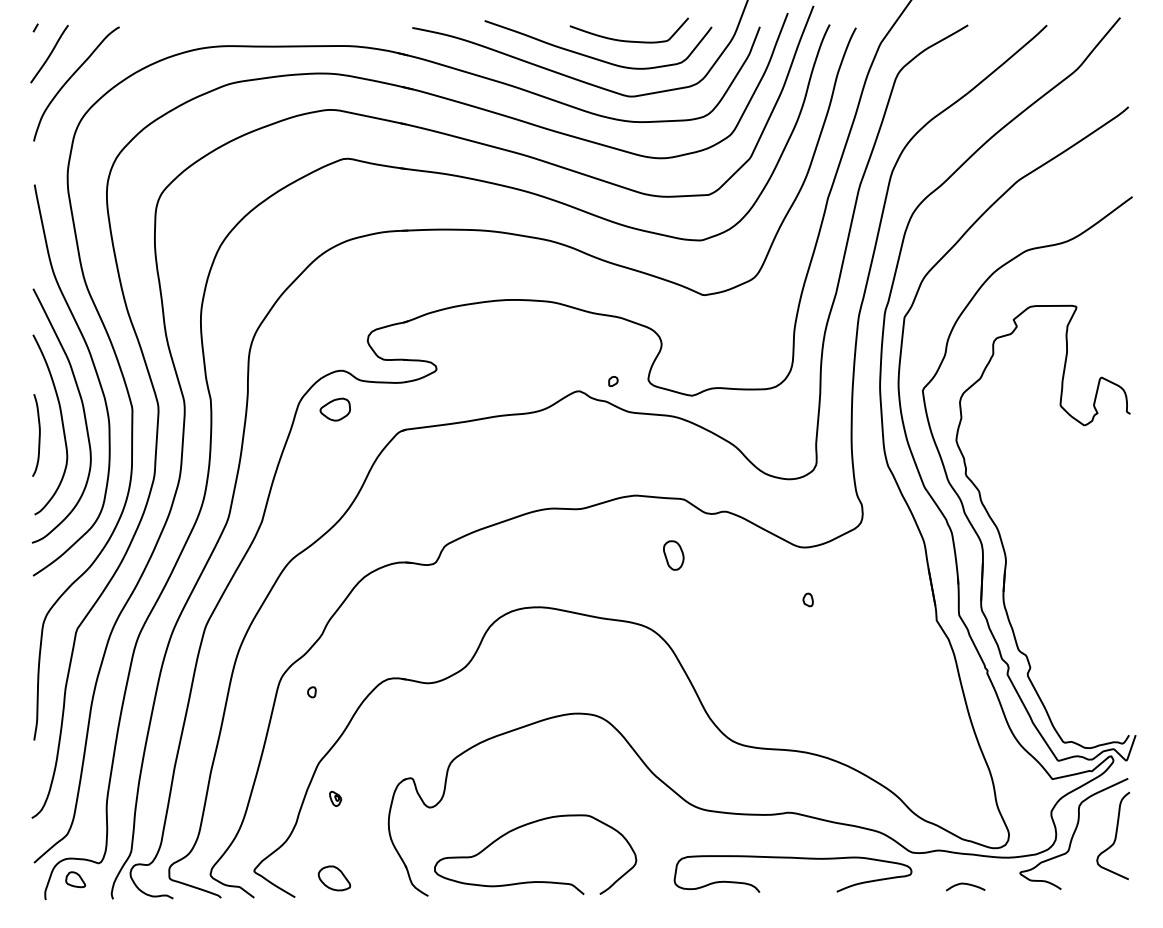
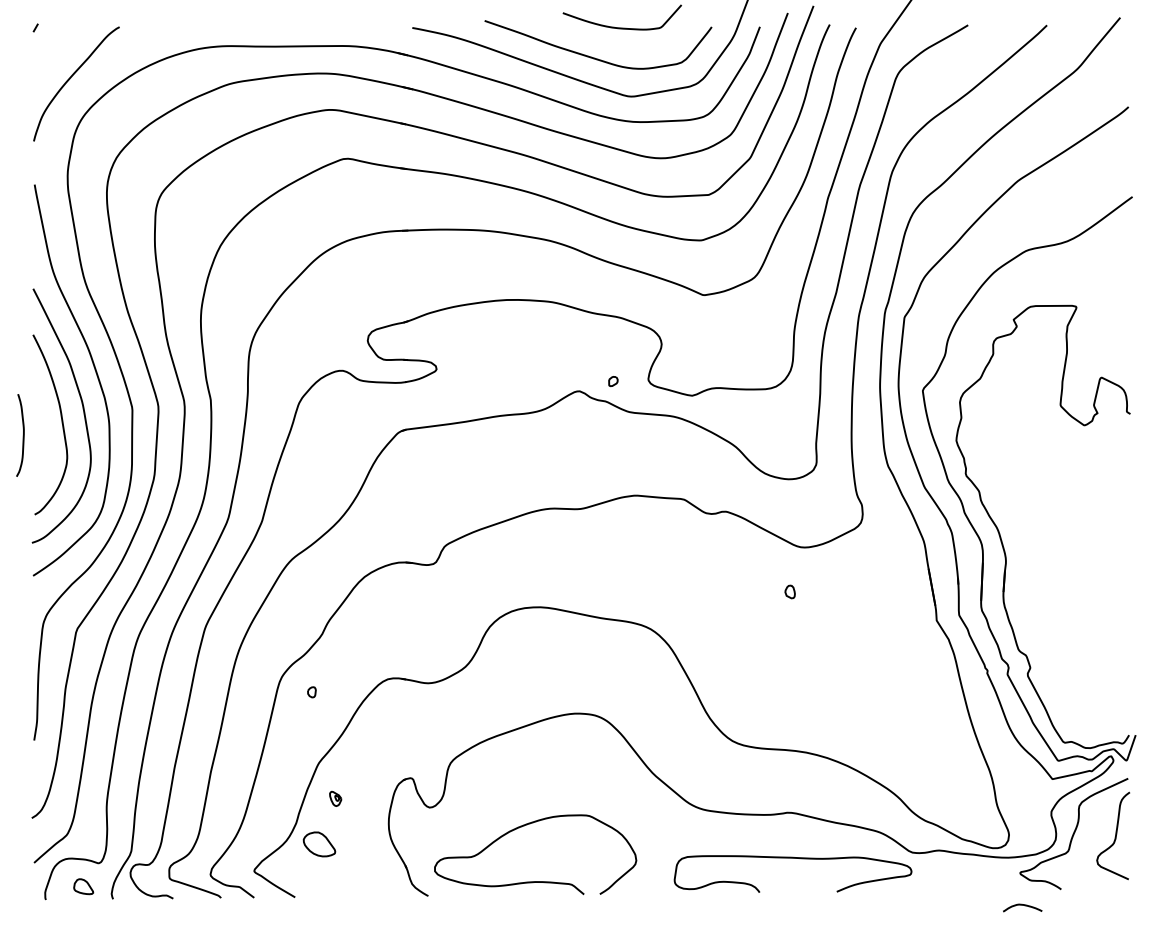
curve at (629, 40) position: (629, 40) -> (622, 27)
curve at (49, 53): present -> none
part at (334, 409): present -> none
curve at (38, 435) position: (38, 435) -> (22, 435)
part at (673, 555): present -> none
part at (807, 599) position: (807, 599) -> (789, 591)
part at (334, 878) position: (334, 878) -> (319, 844)
part at (75, 879) position: (75, 879) -> (83, 886)
curve at (965, 884) position: (965, 884) -> (1022, 905)
